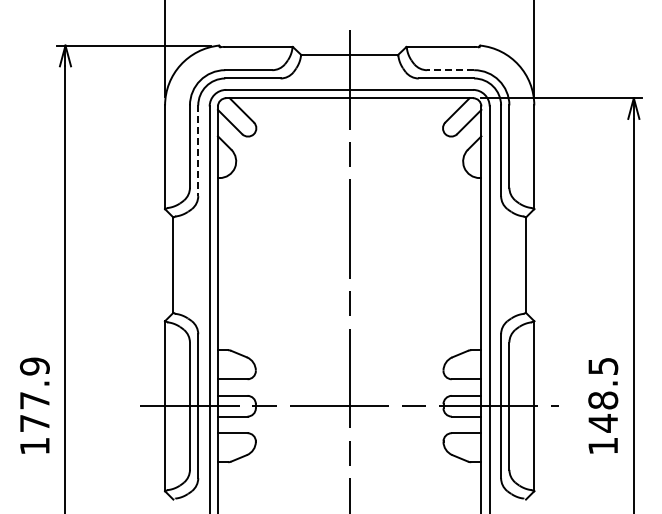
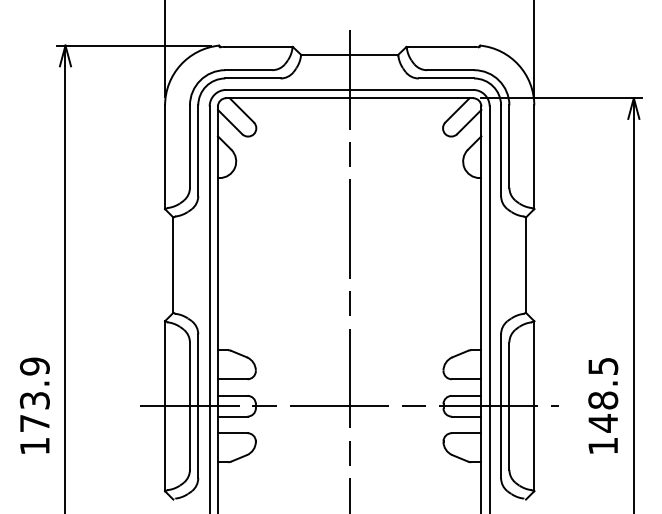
line at (450, 70): dashed -> solid
line at (198, 151): dashed -> solid
text at (34, 400): 177.9 -> 173.9
